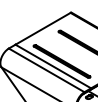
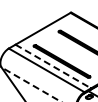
line at (53, 66): solid -> dashed
line at (30, 84): solid -> dashed
